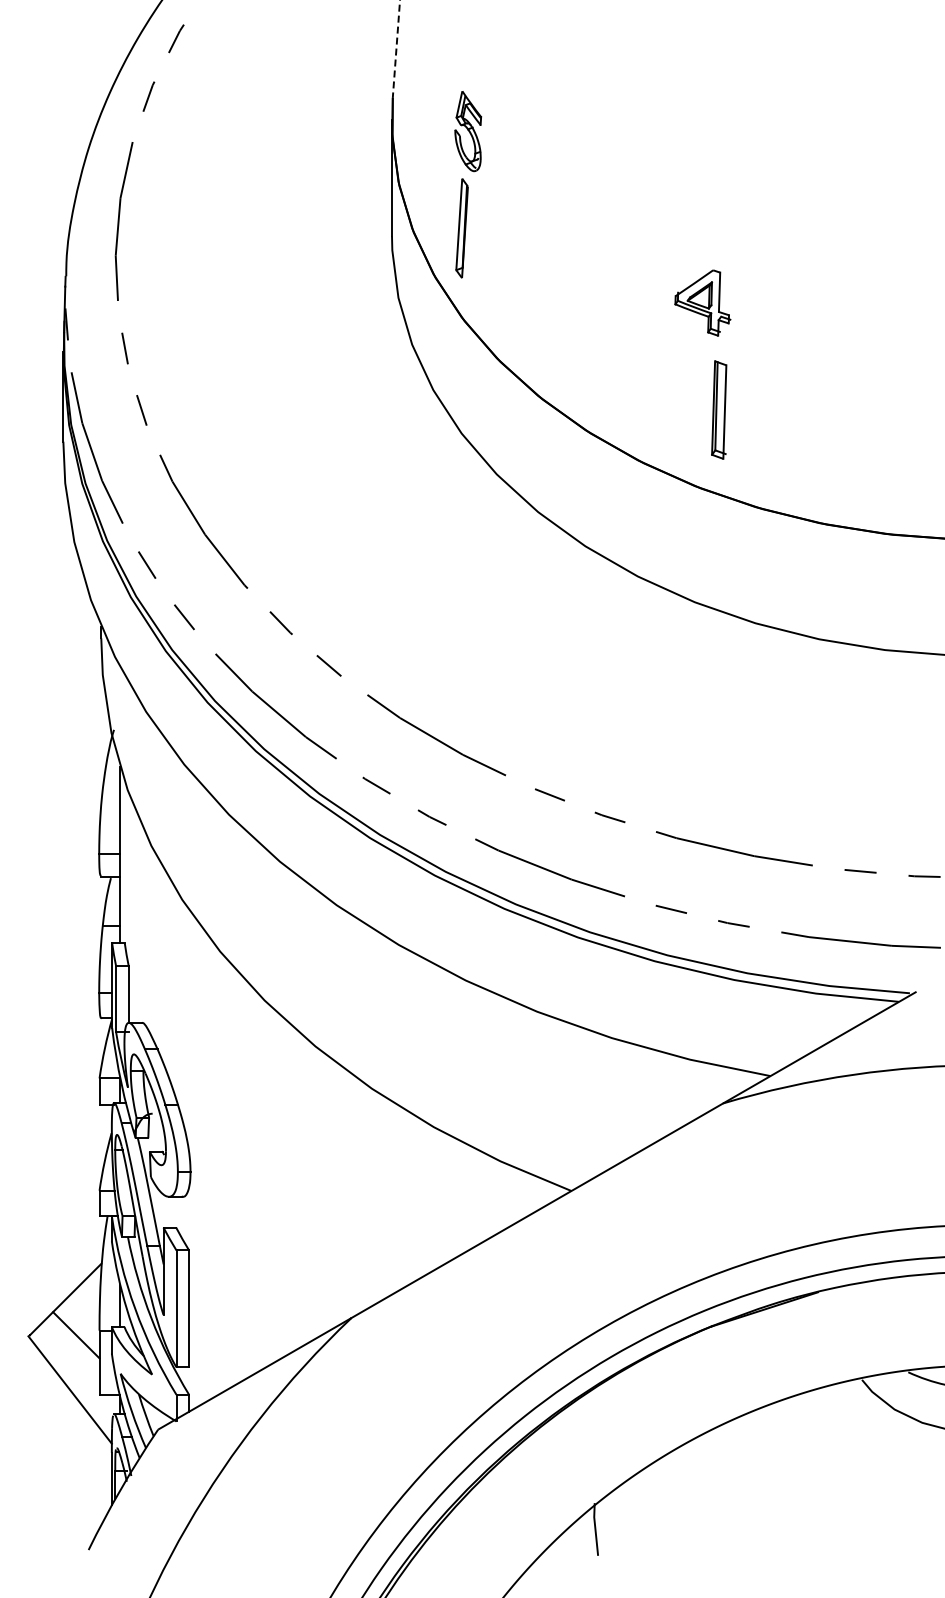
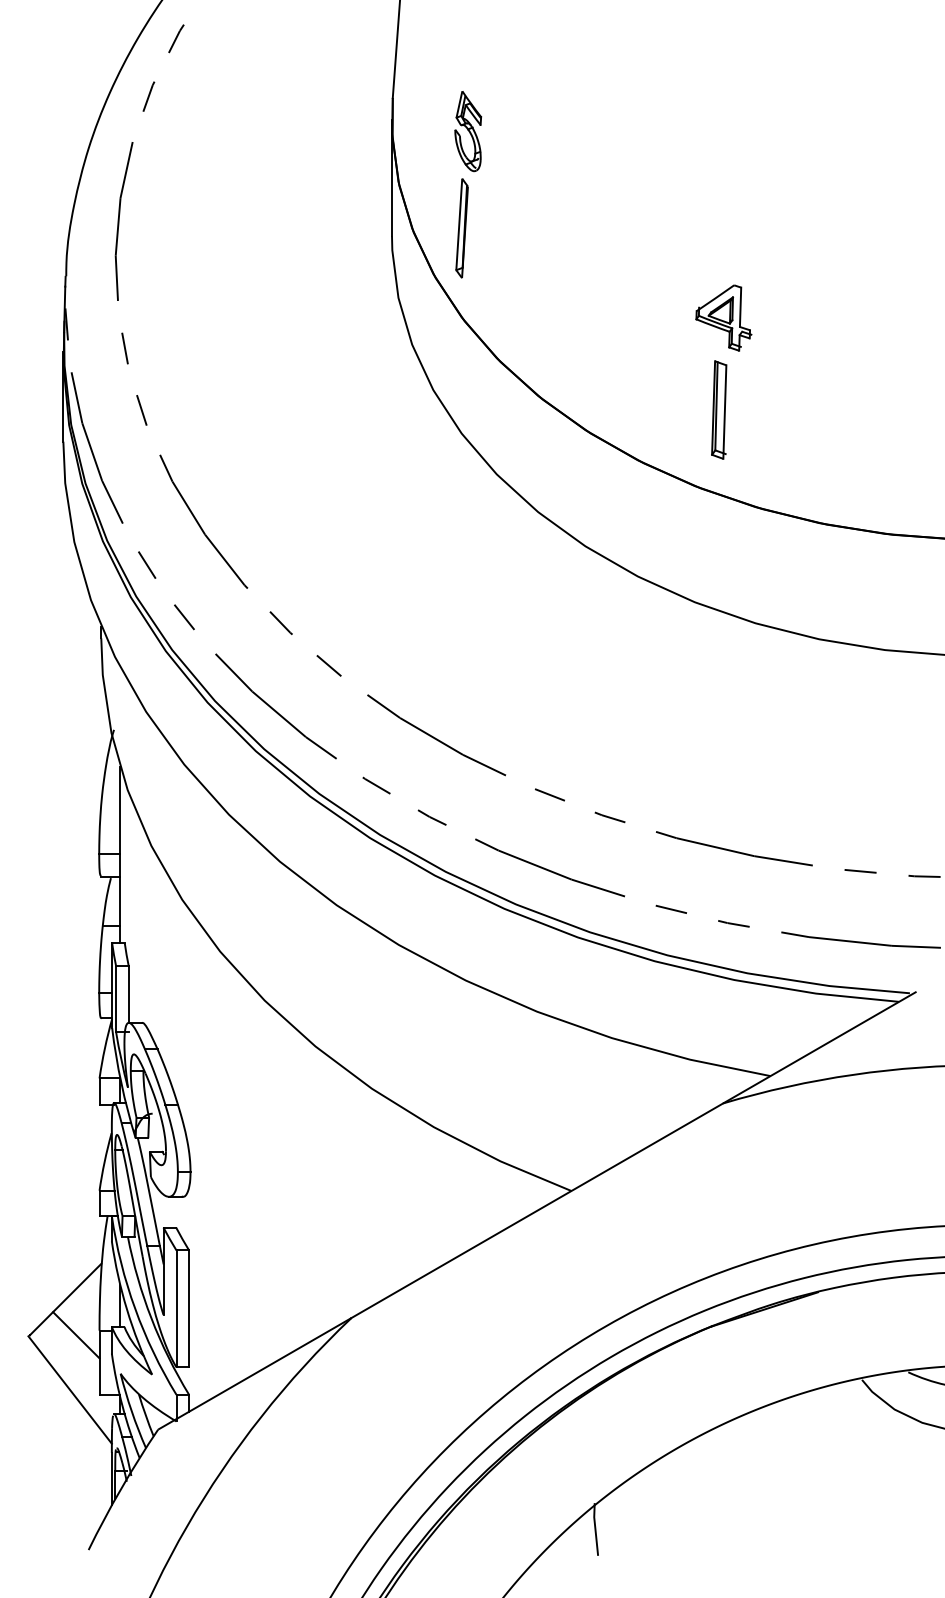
line at (396, 49): dashed -> solid
part at (702, 302) position: (702, 302) -> (723, 317)
